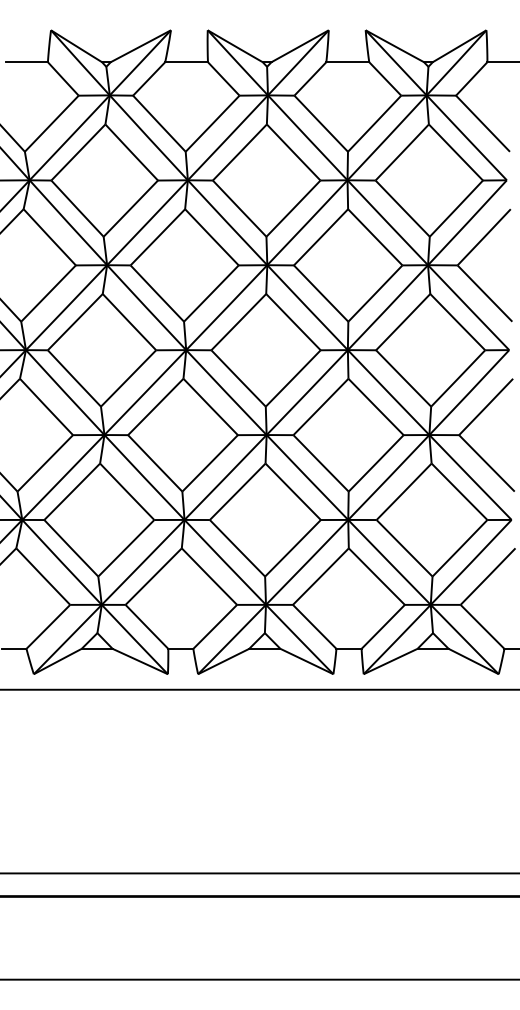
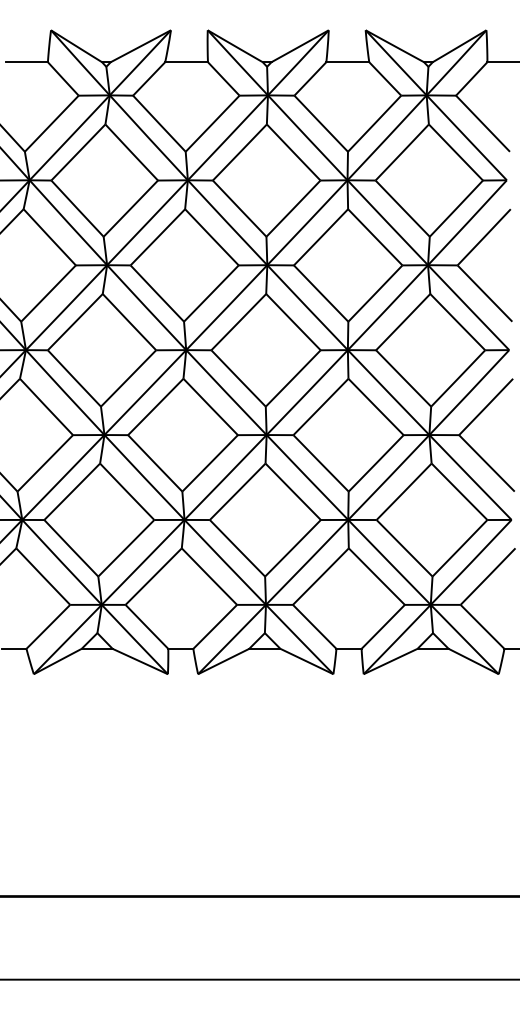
line at (259, 689): present -> none
line at (259, 873): present -> none
